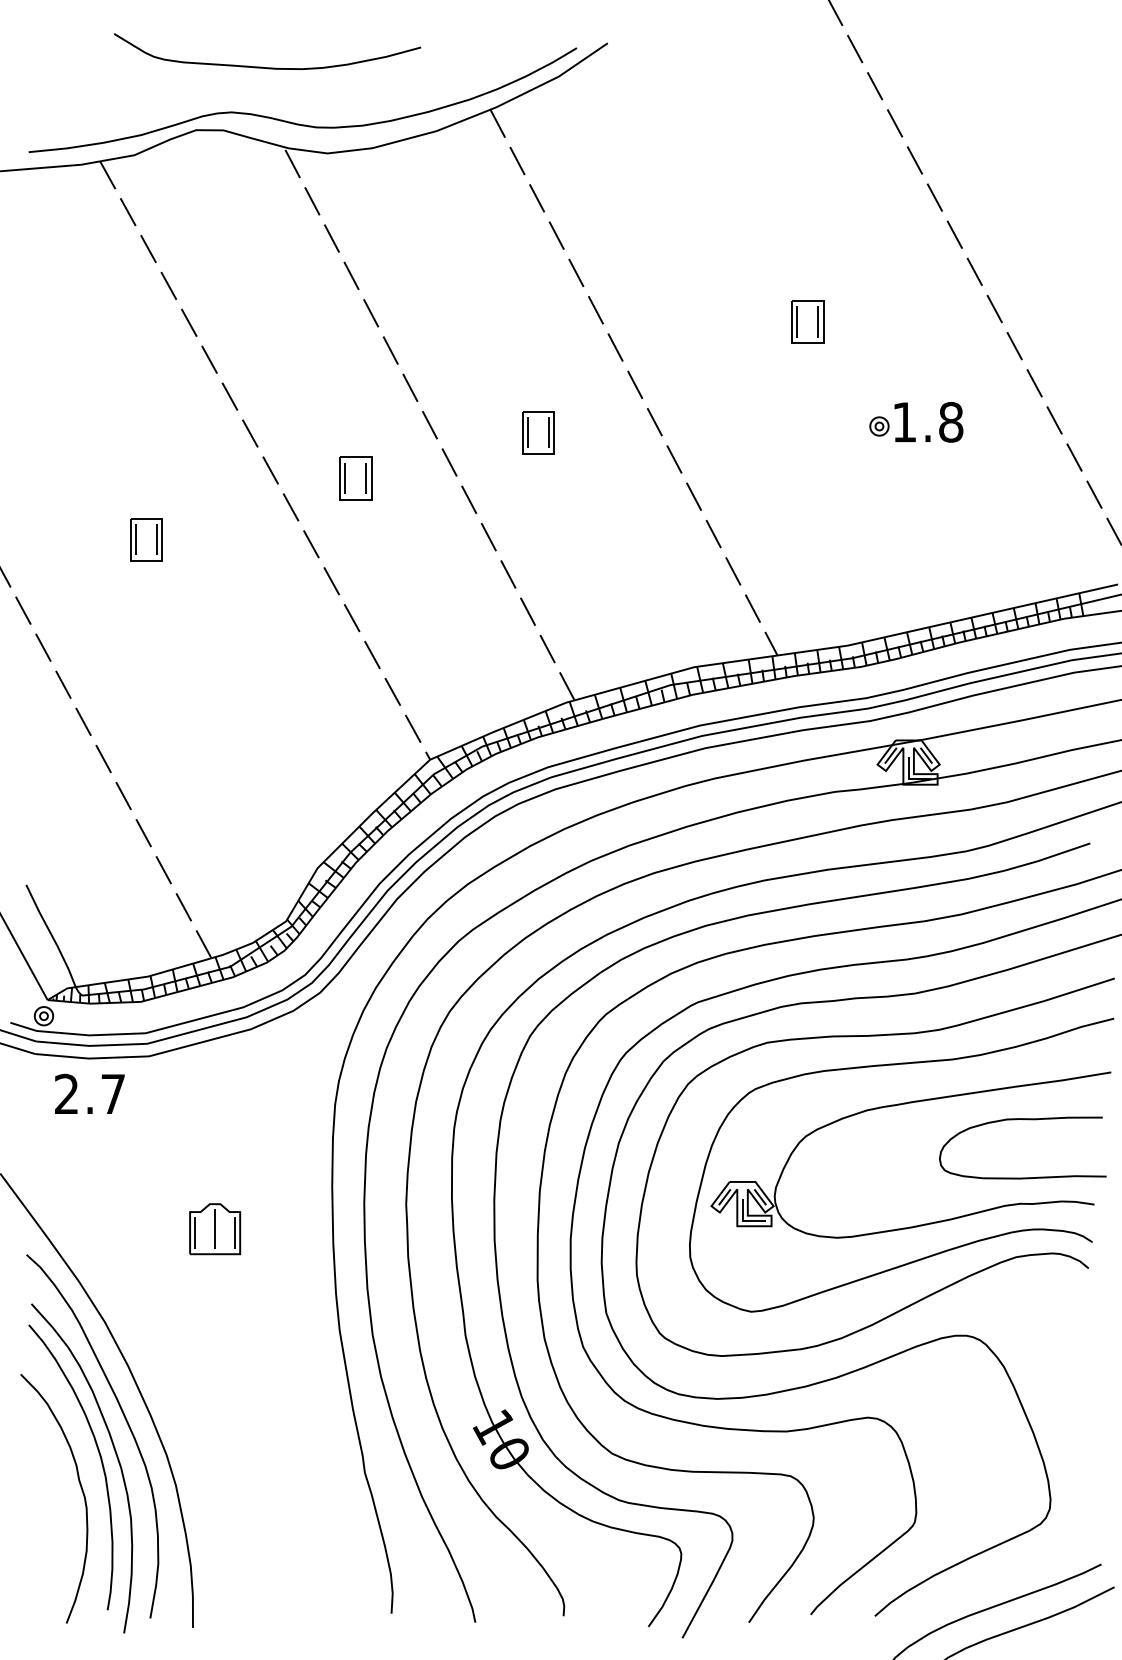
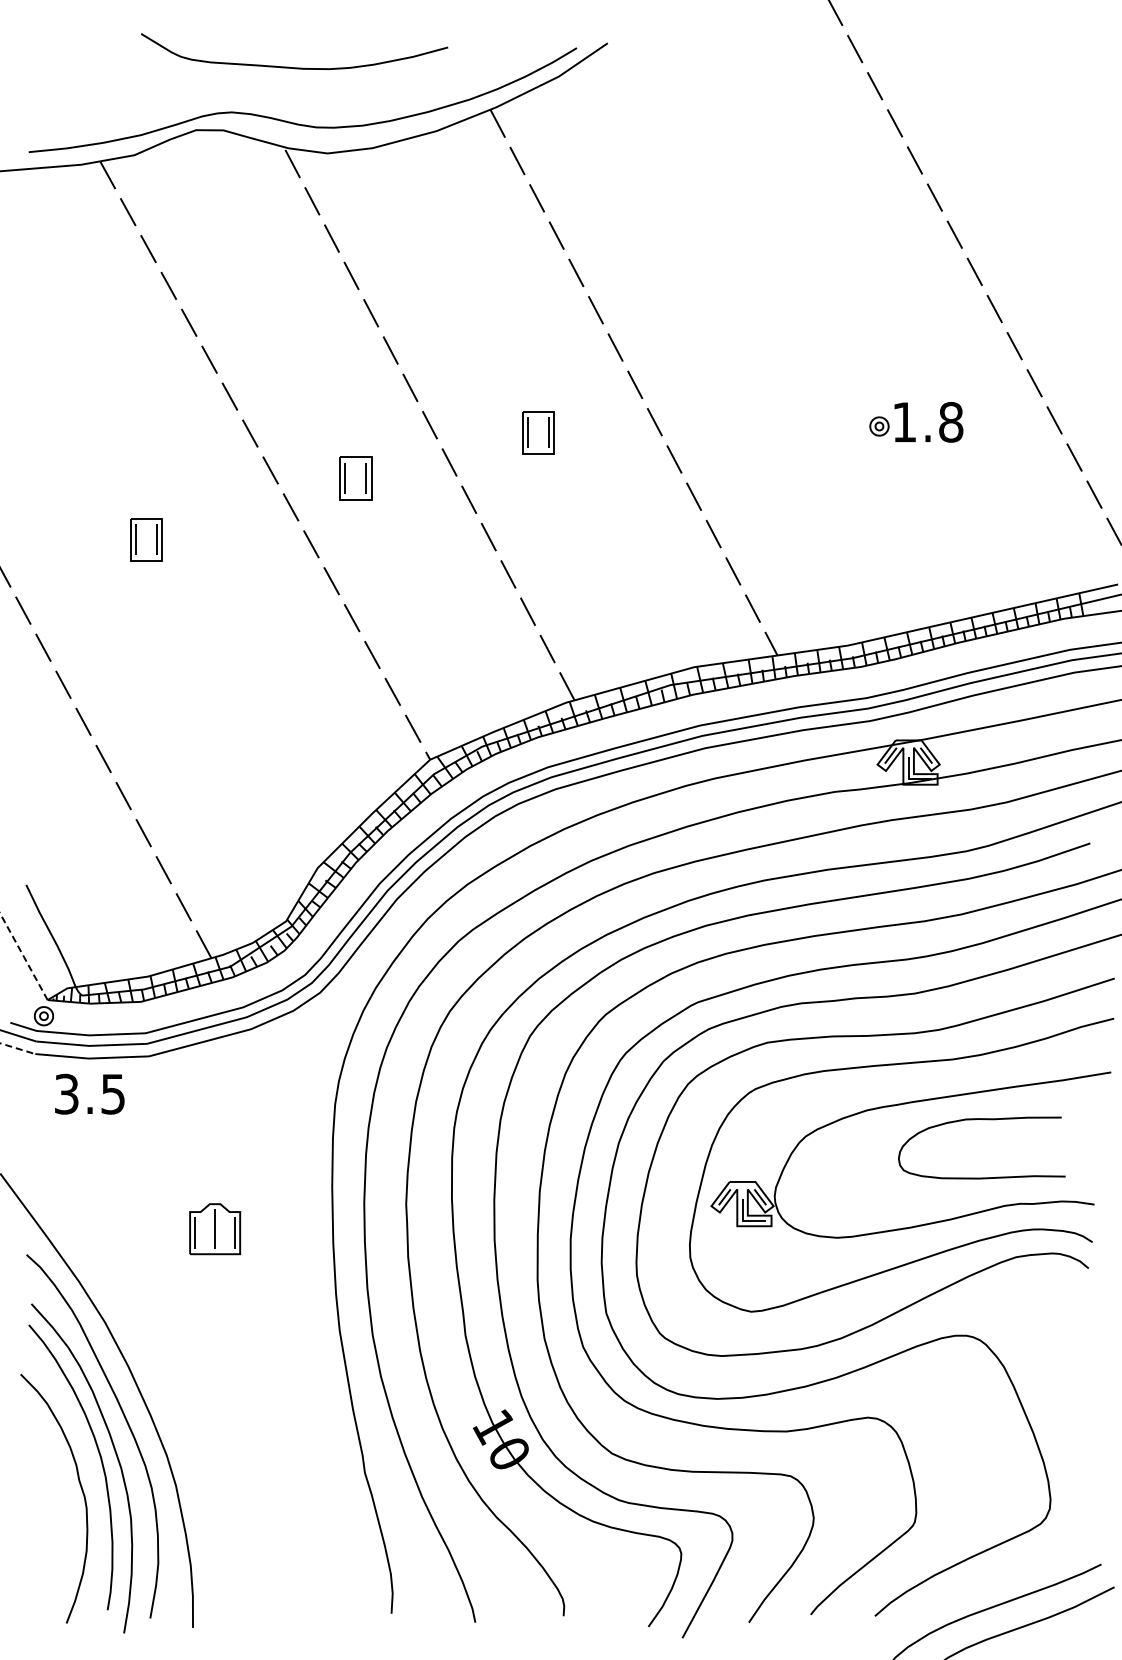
curve at (262, 66) position: (262, 66) -> (289, 66)
part at (807, 321): present -> none
line at (23, 956): solid -> dashed
line at (18, 1048): solid -> dashed
text at (89, 1094): 2.7 -> 3.5
curve at (1026, 1120) position: (1026, 1120) -> (985, 1120)
